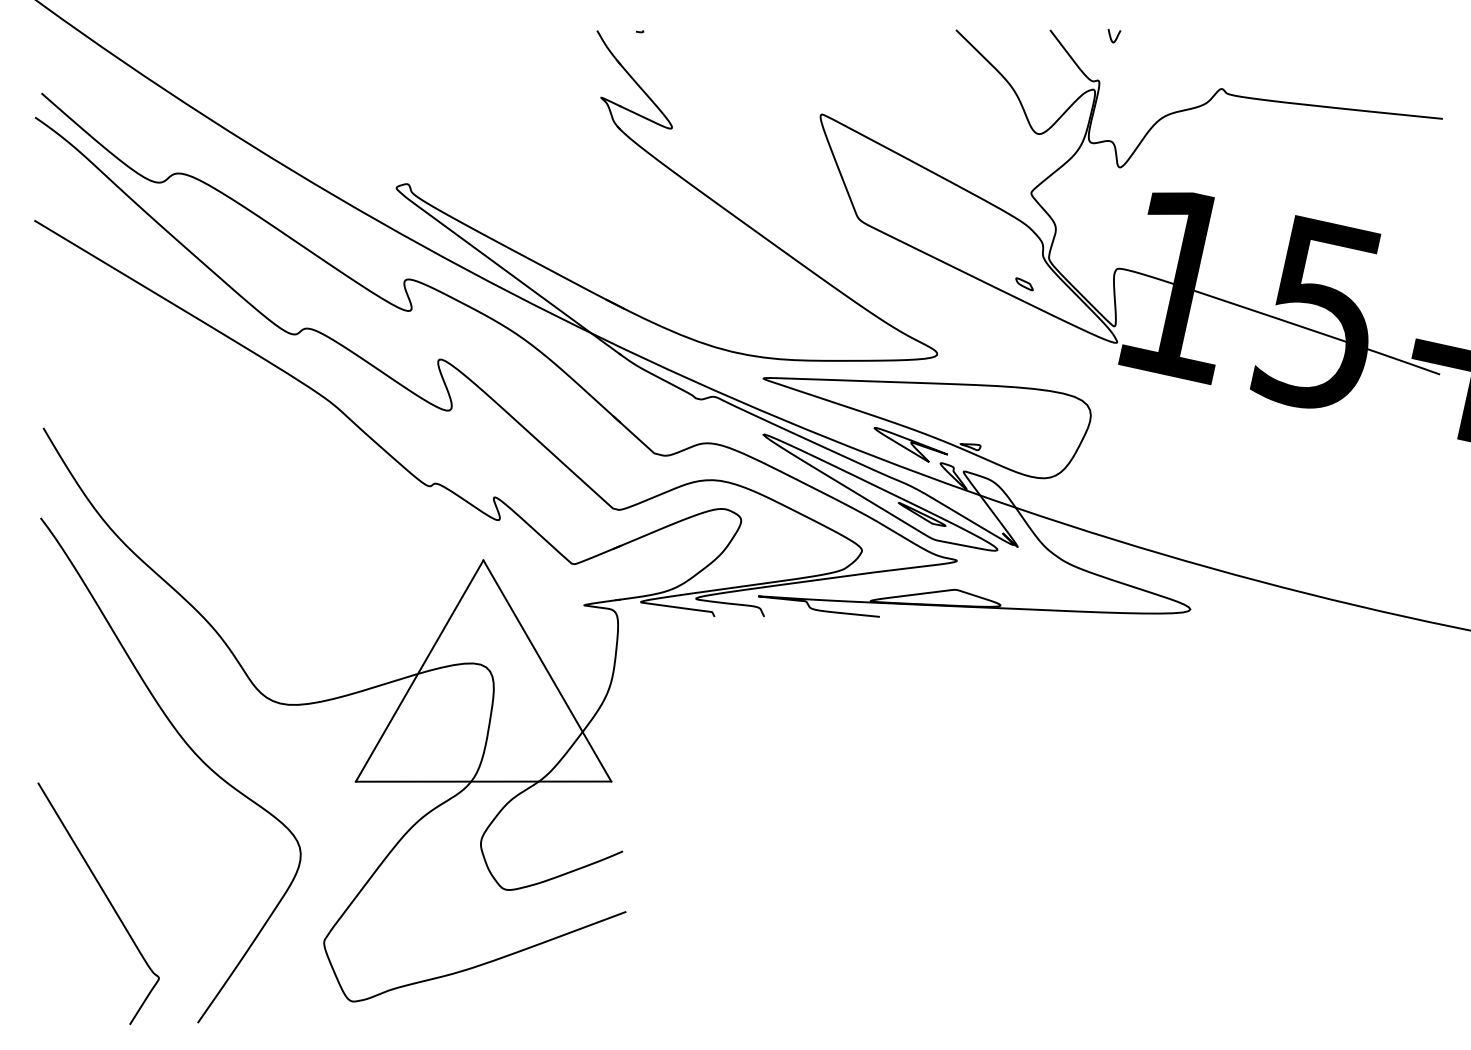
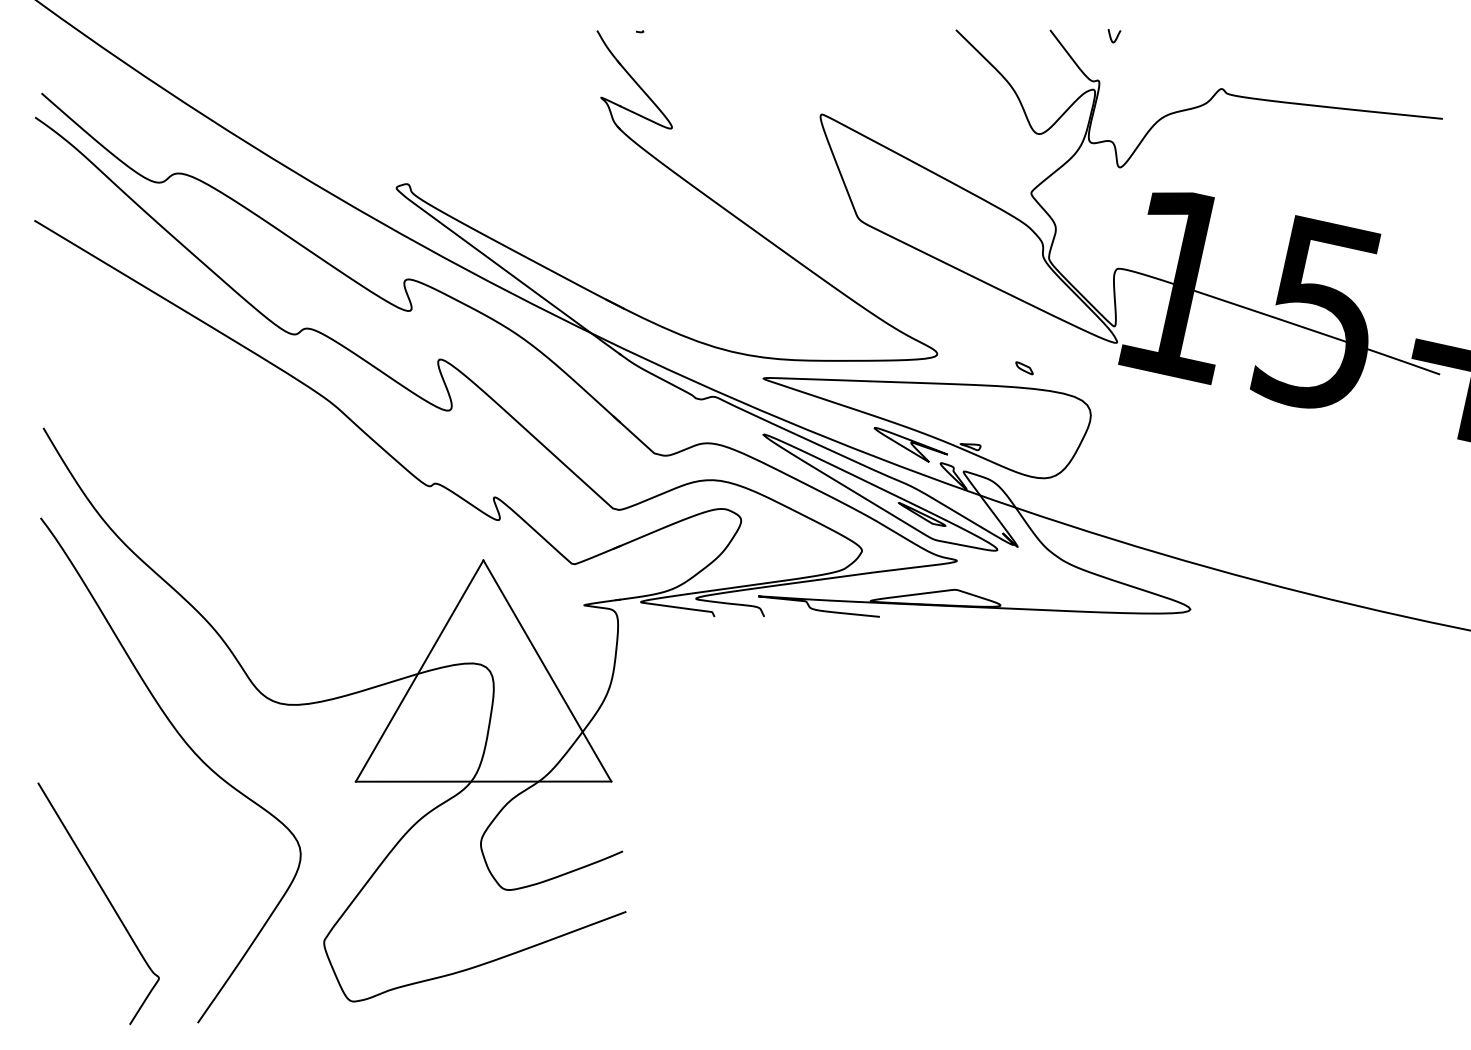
part at (1024, 284) position: (1024, 284) -> (1024, 368)
